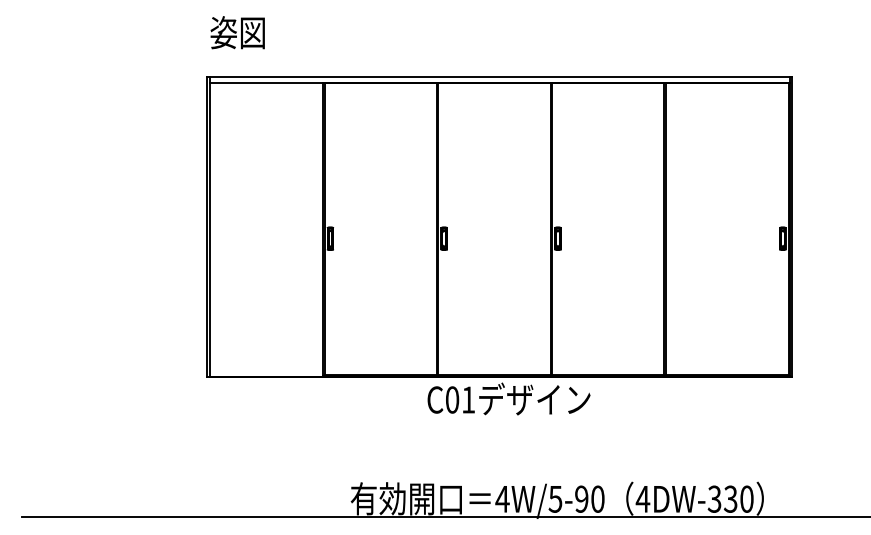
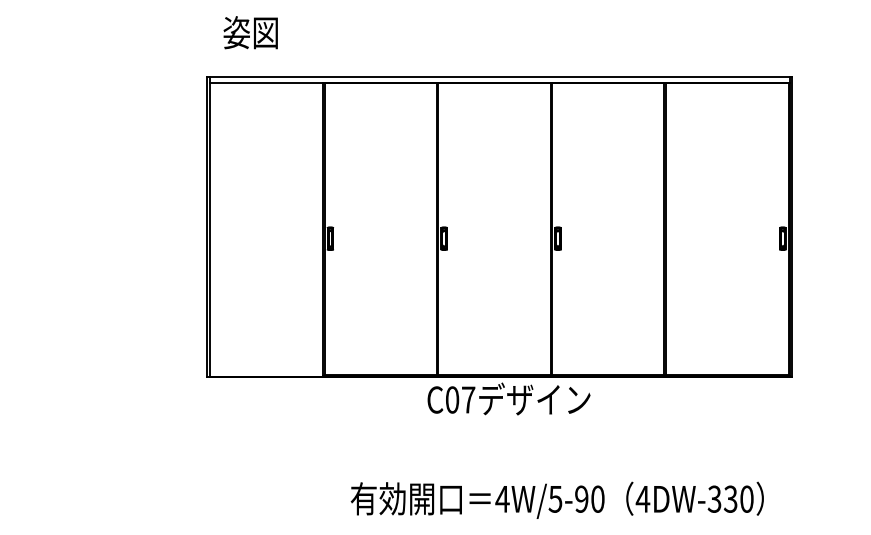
text at (237, 32) position: (237, 32) -> (250, 32)
text at (468, 399): C01 -> C07
line at (444, 517): present -> none
